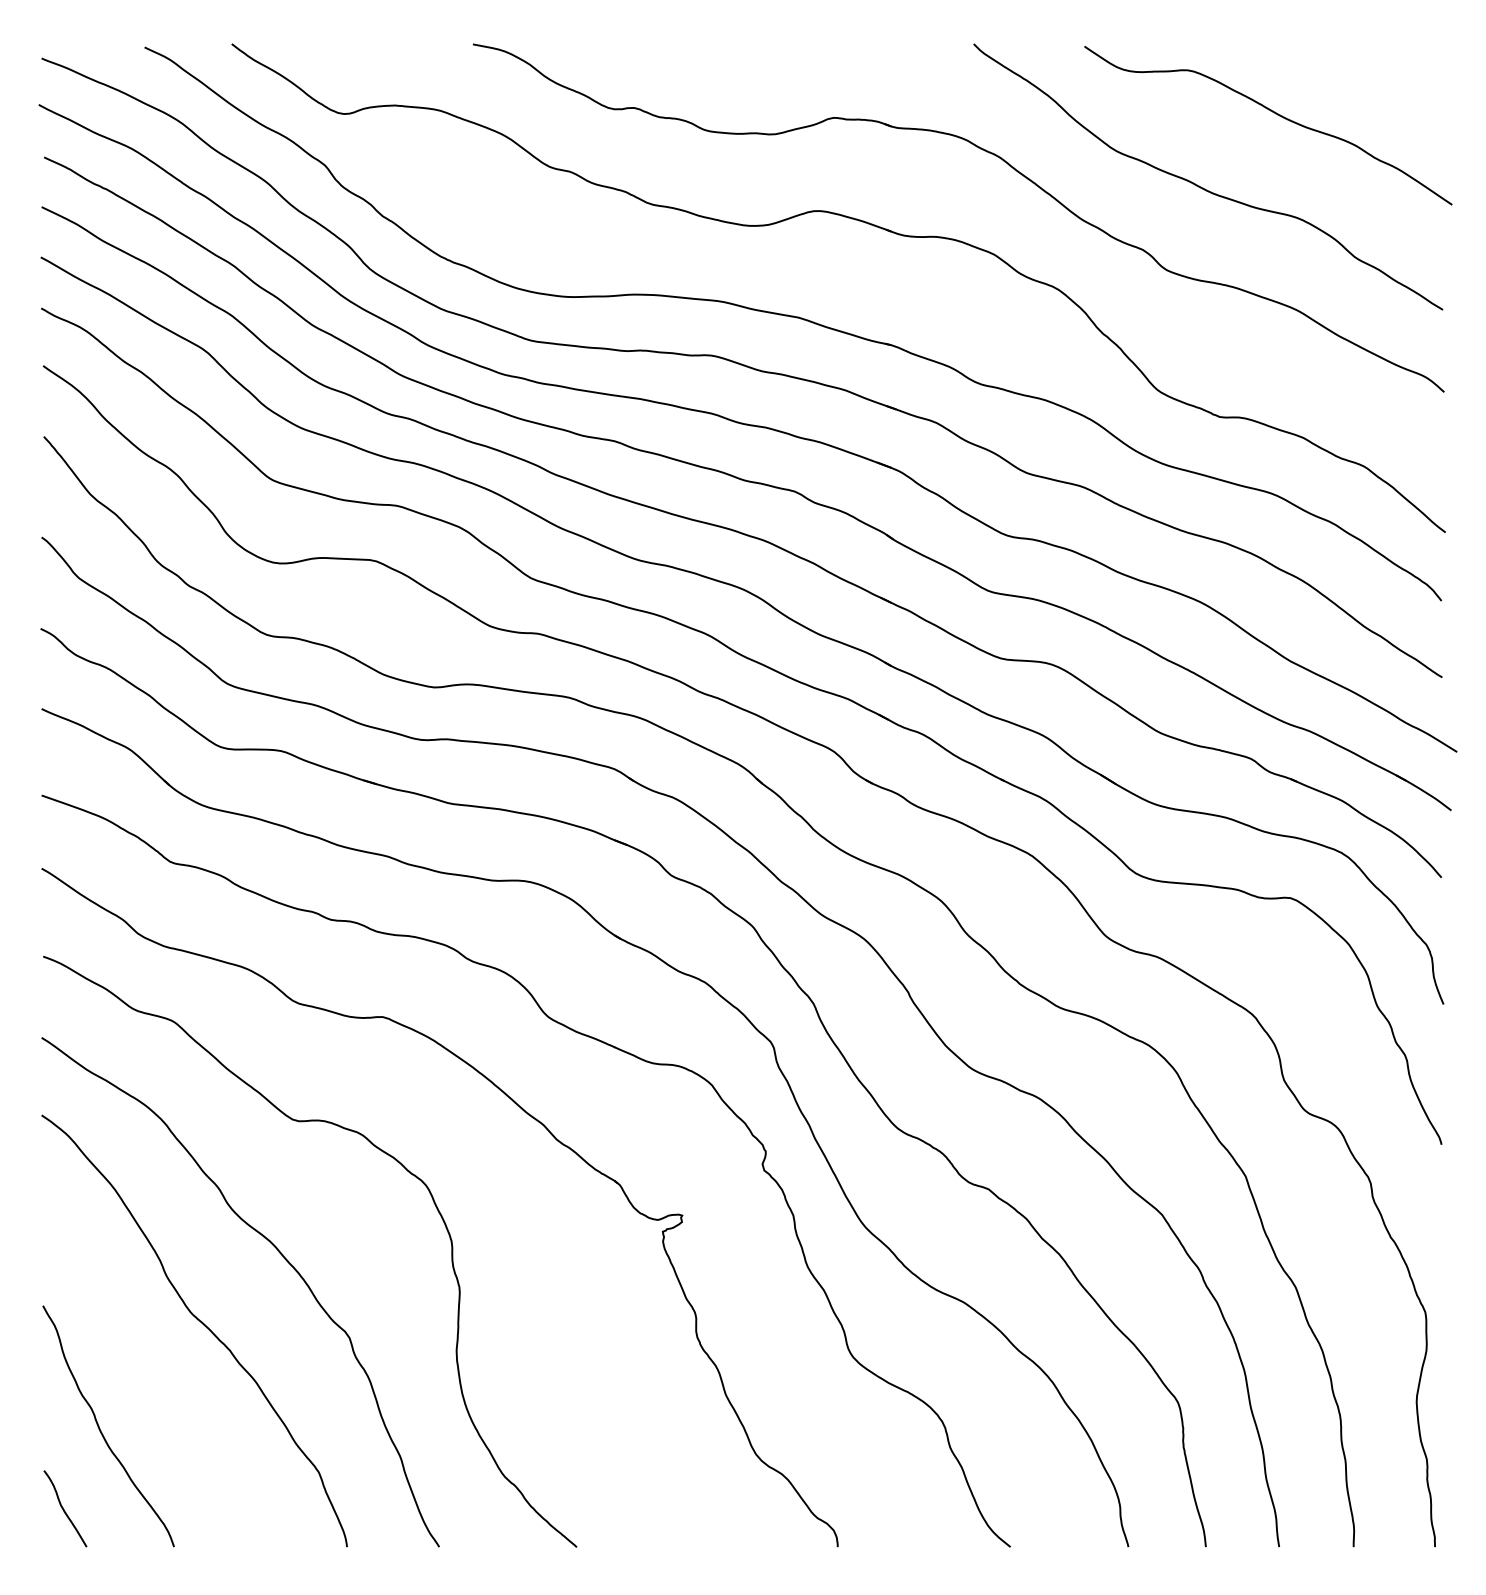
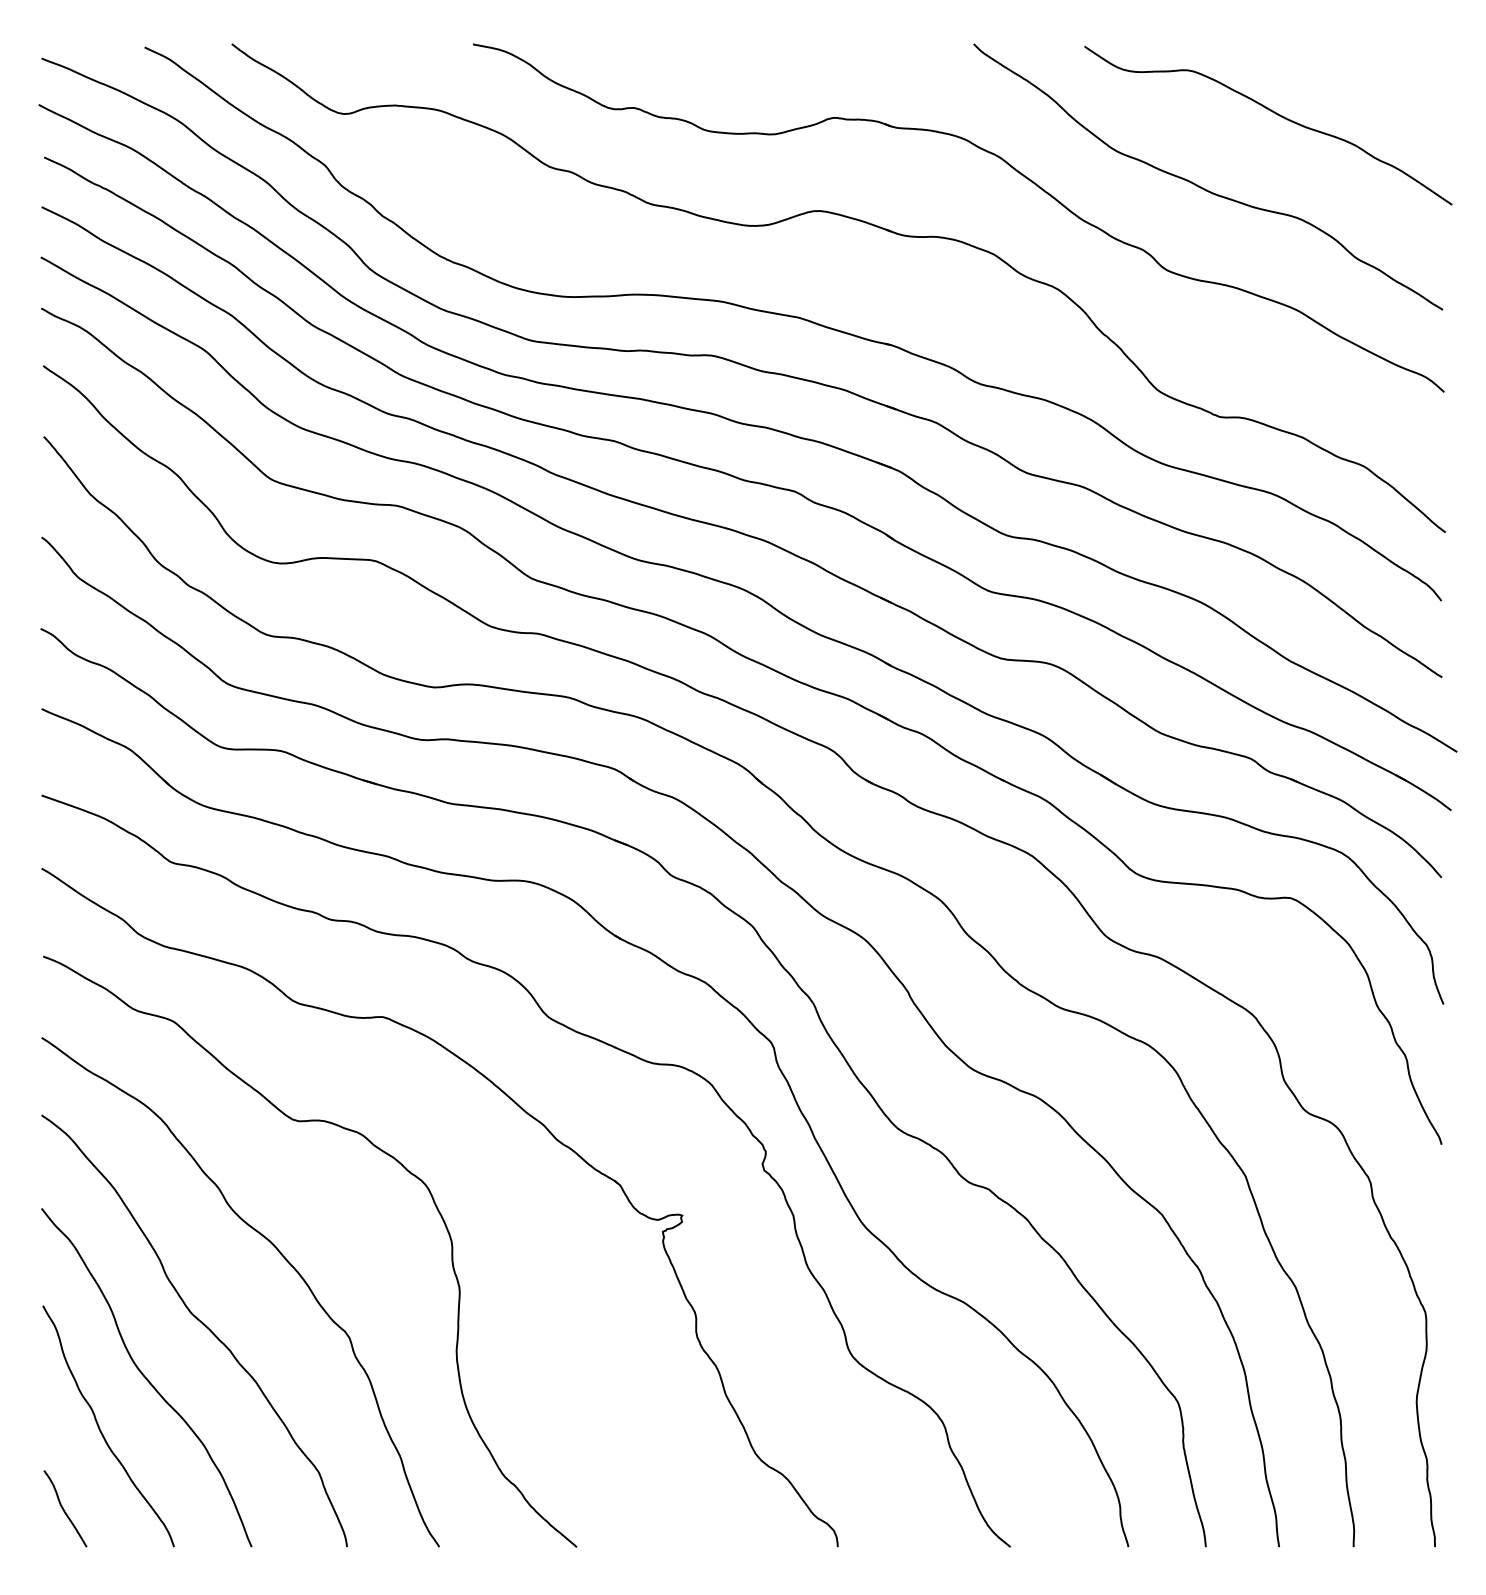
curve at (146, 1377): none -> present
